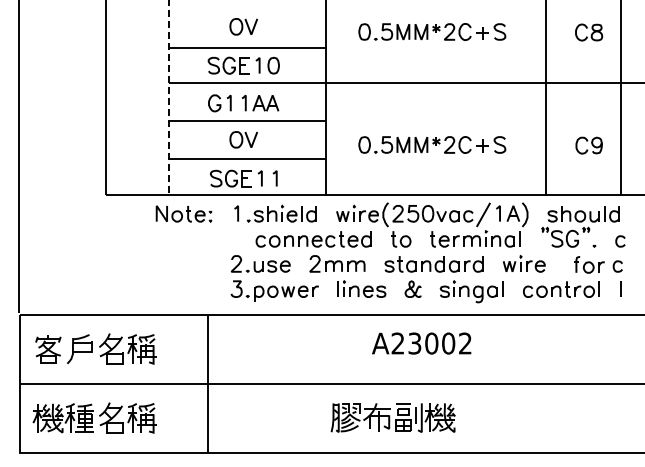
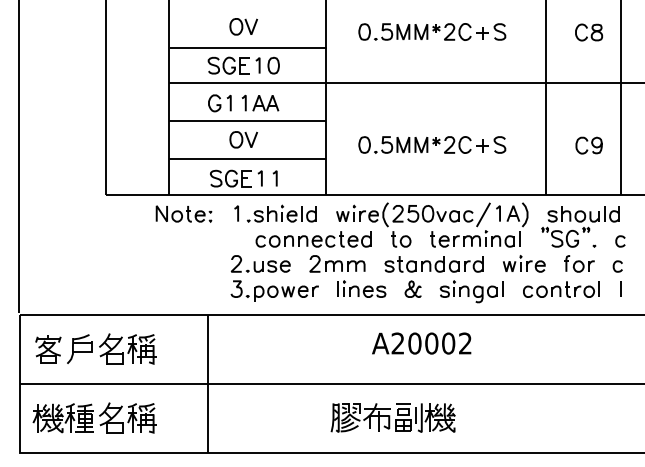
line at (168, 98): dashed -> solid
part at (589, 264) position: (589, 264) -> (579, 263)
text at (414, 343): A23002 -> A20002
